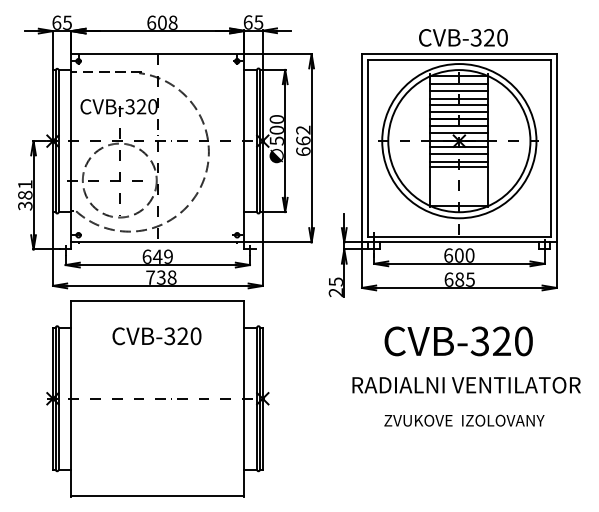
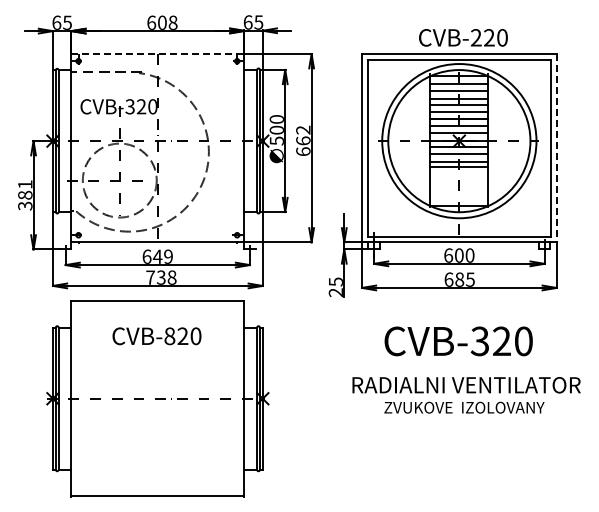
text at (475, 37): CVB-320 -> CVB-220
line at (158, 54): solid -> dashed
line at (556, 148): solid -> dashed
text at (169, 335): CVB-320 -> CVB-820
text at (464, 420) position: (464, 420) -> (464, 407)
